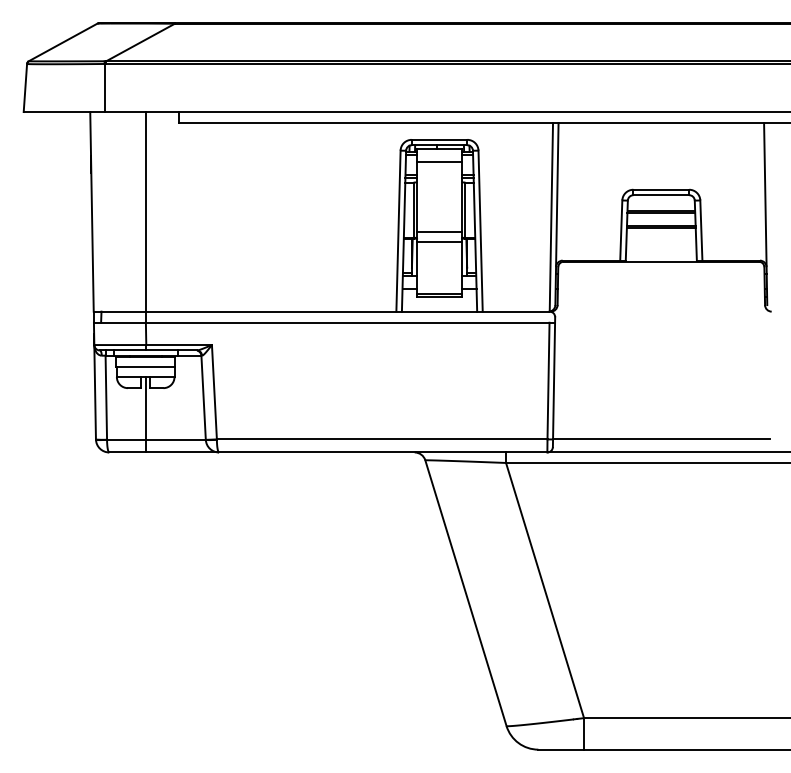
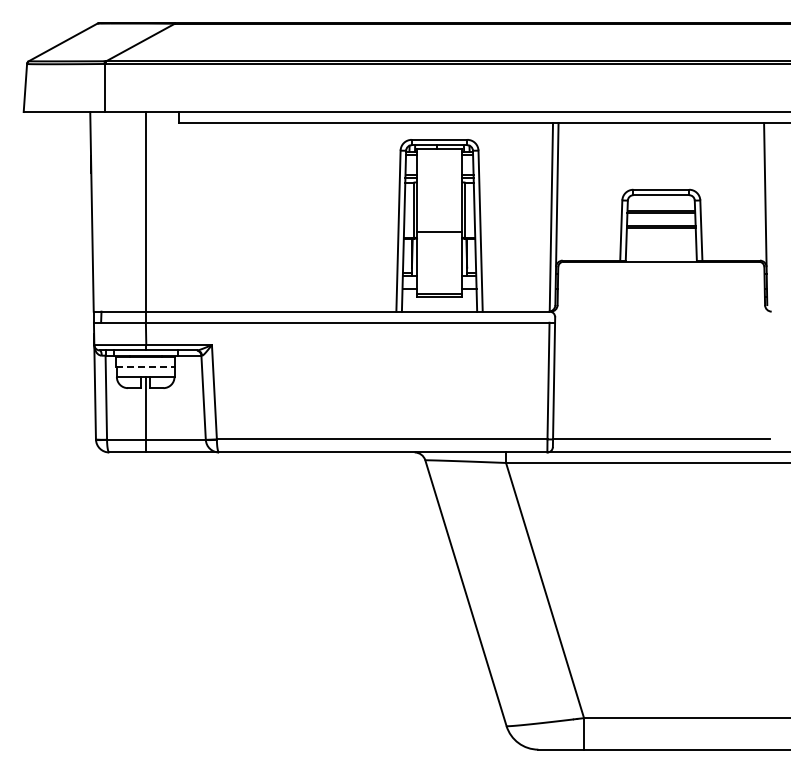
line at (439, 162): present -> none
line at (439, 241): present -> none
line at (146, 367): solid -> dashed
